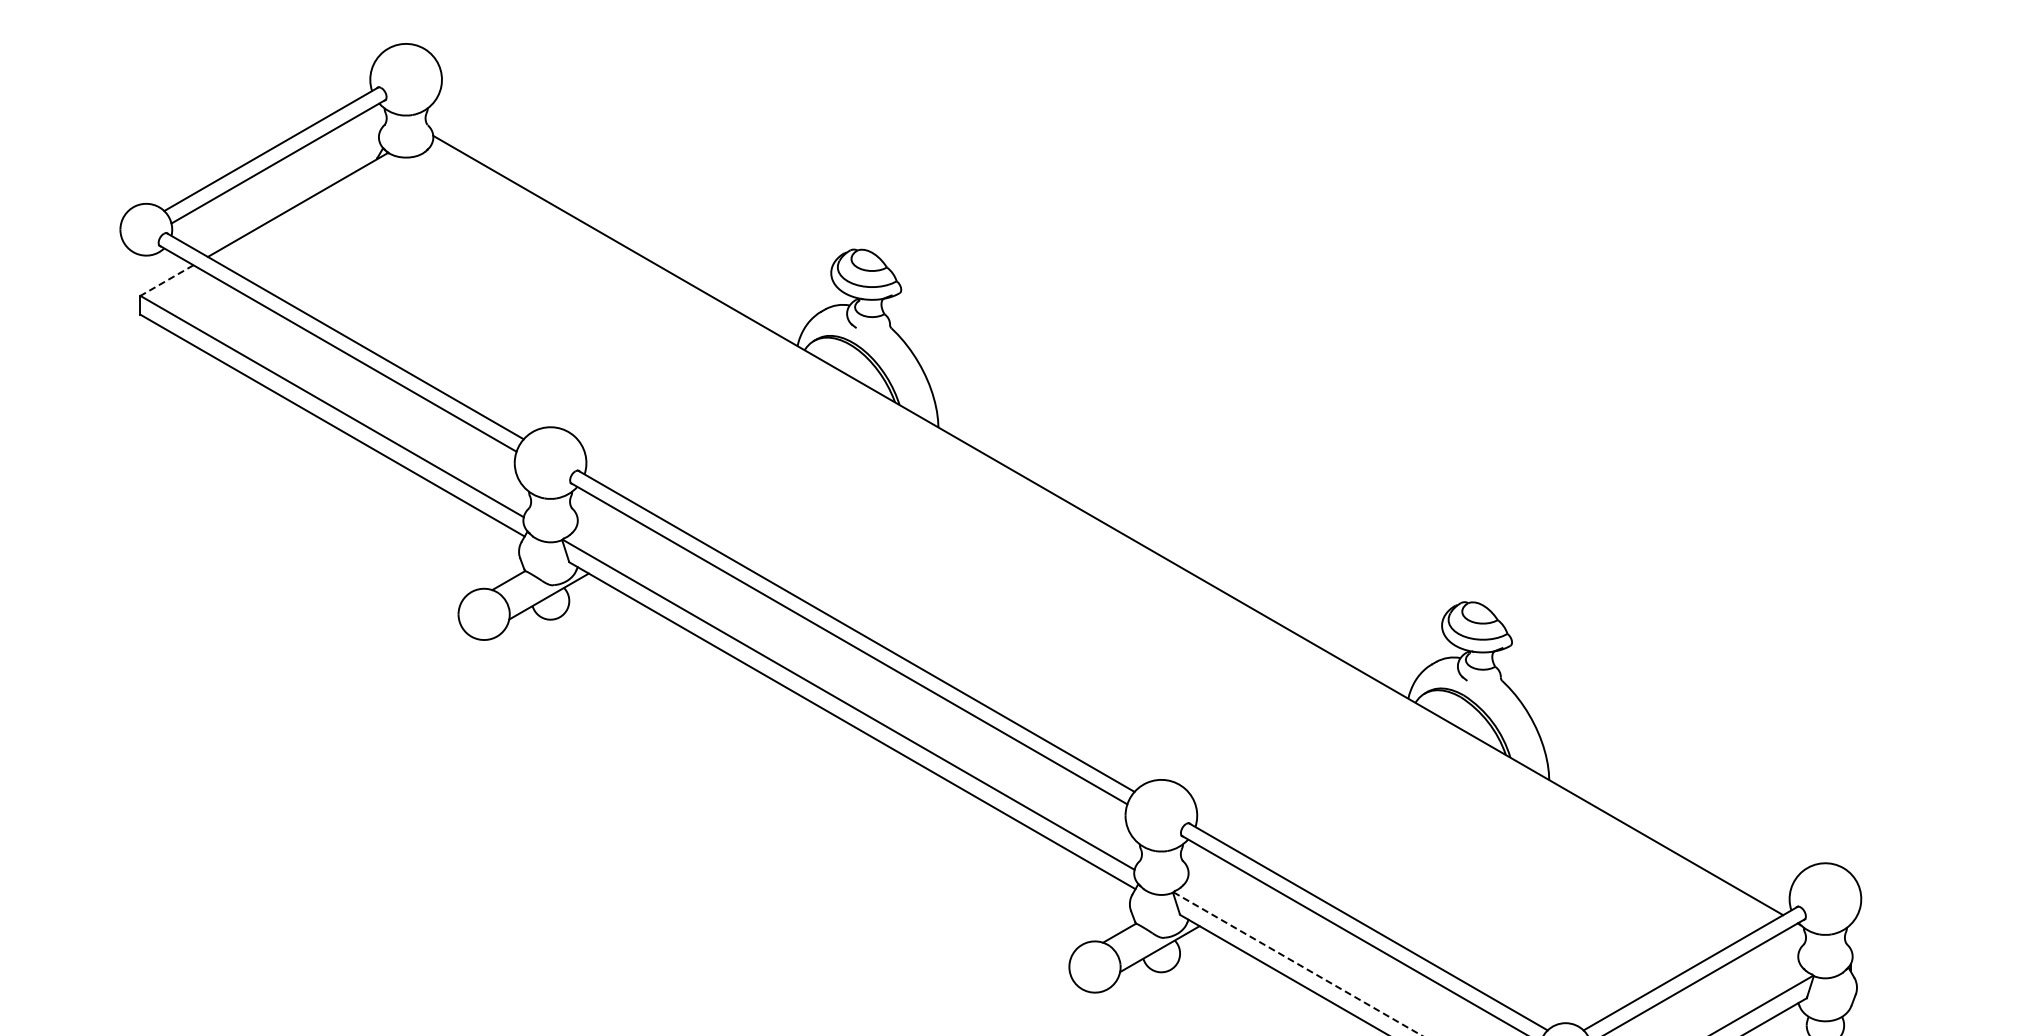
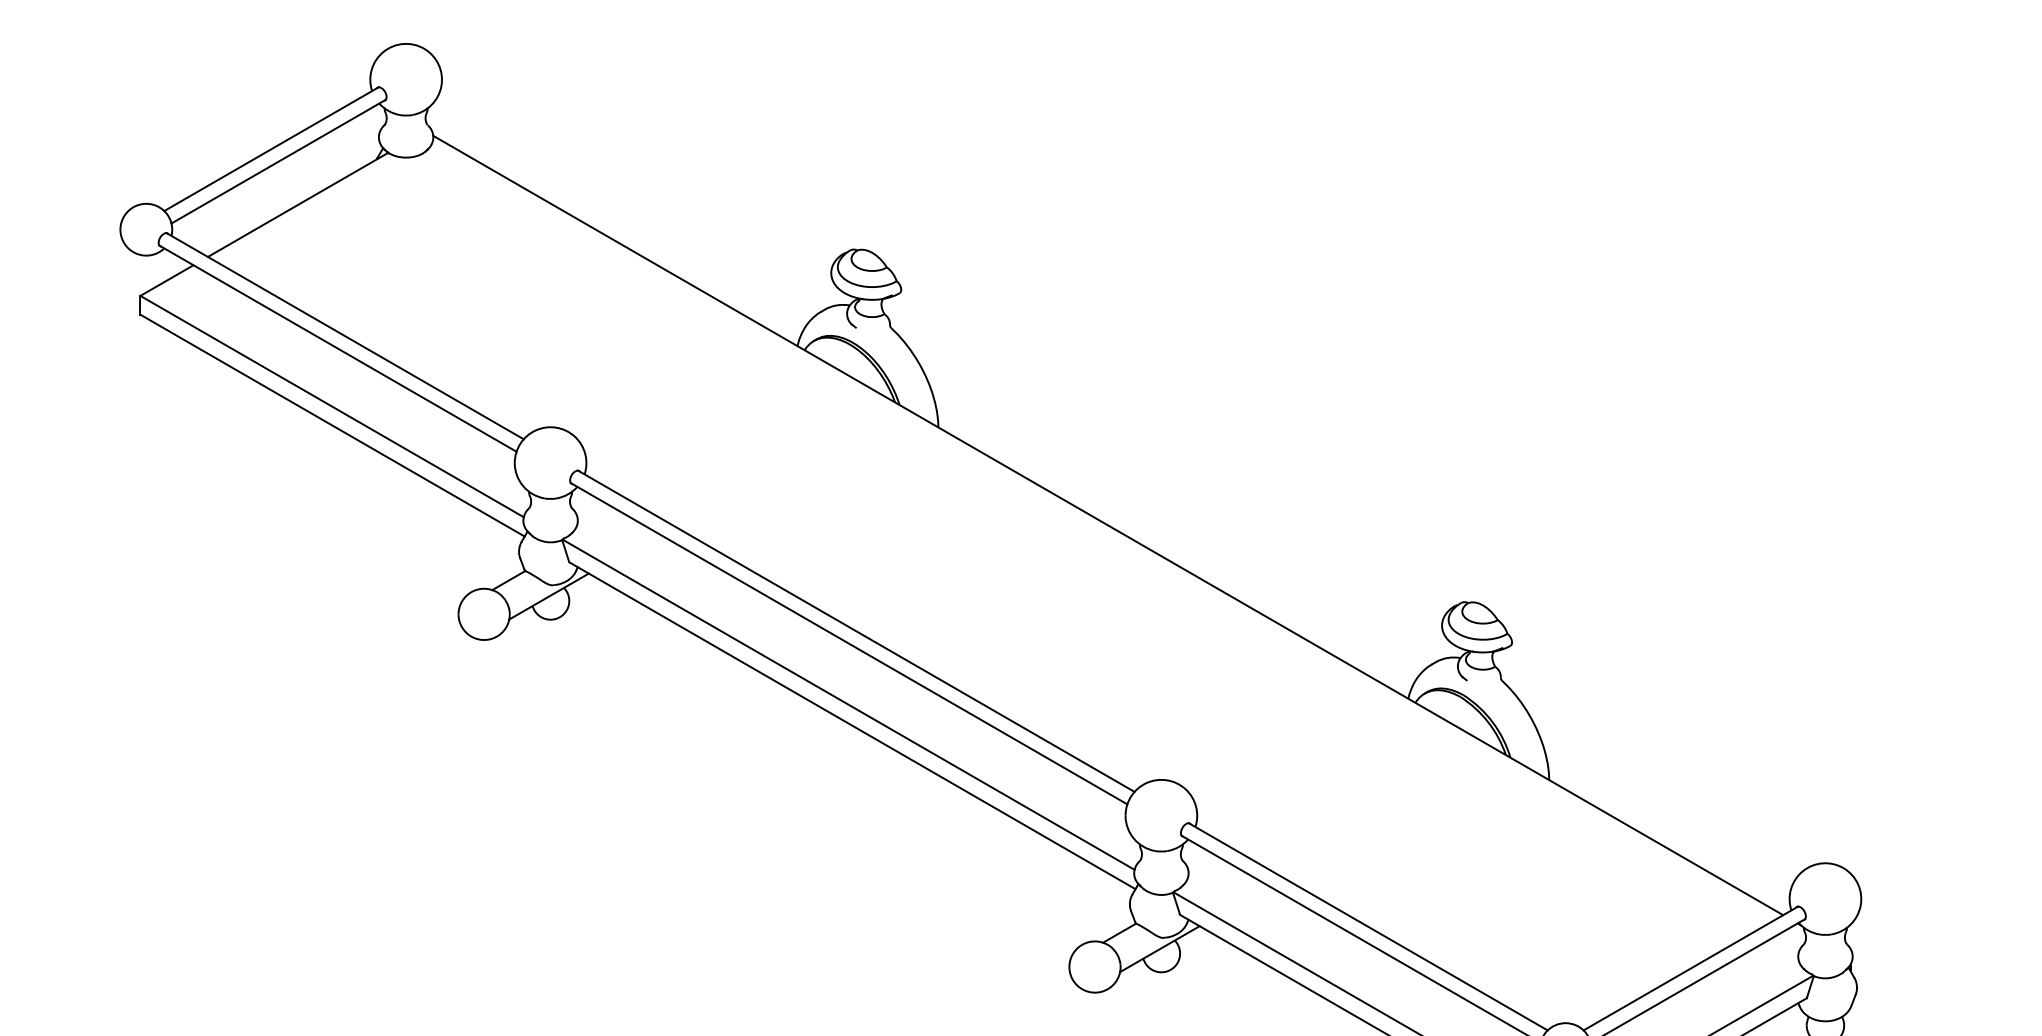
line at (166, 280): dashed -> solid
line at (1298, 964): dashed -> solid
